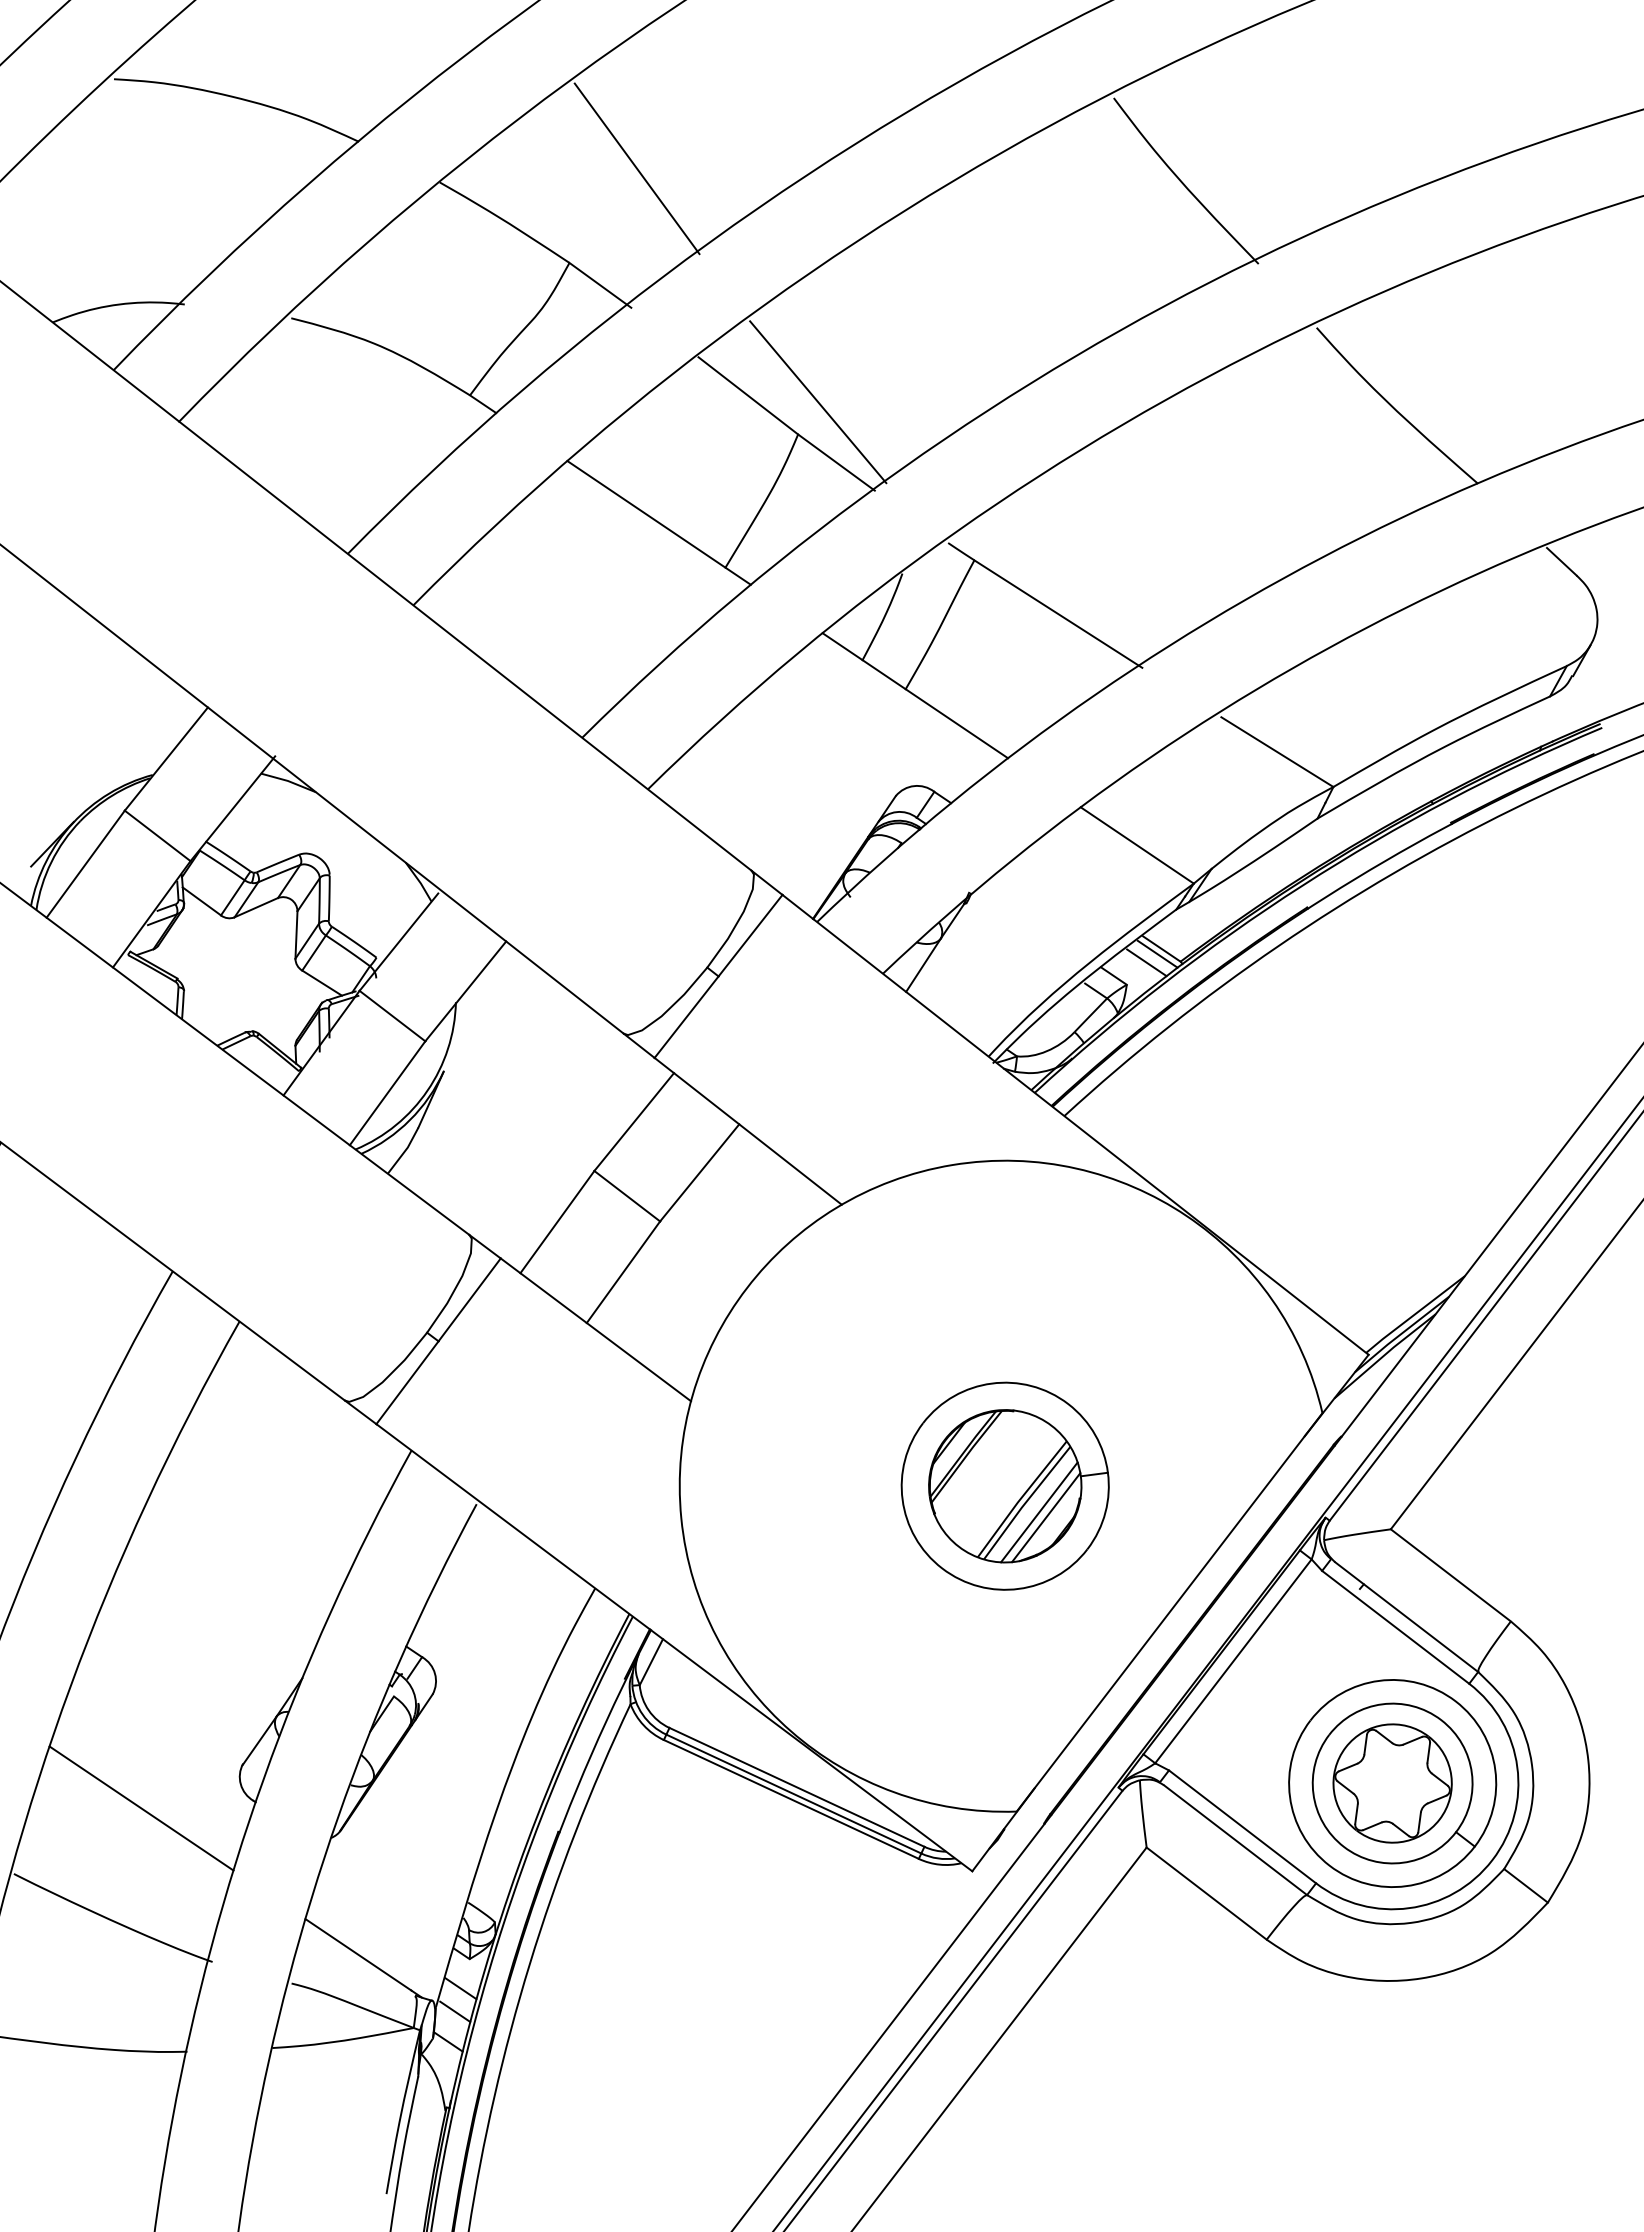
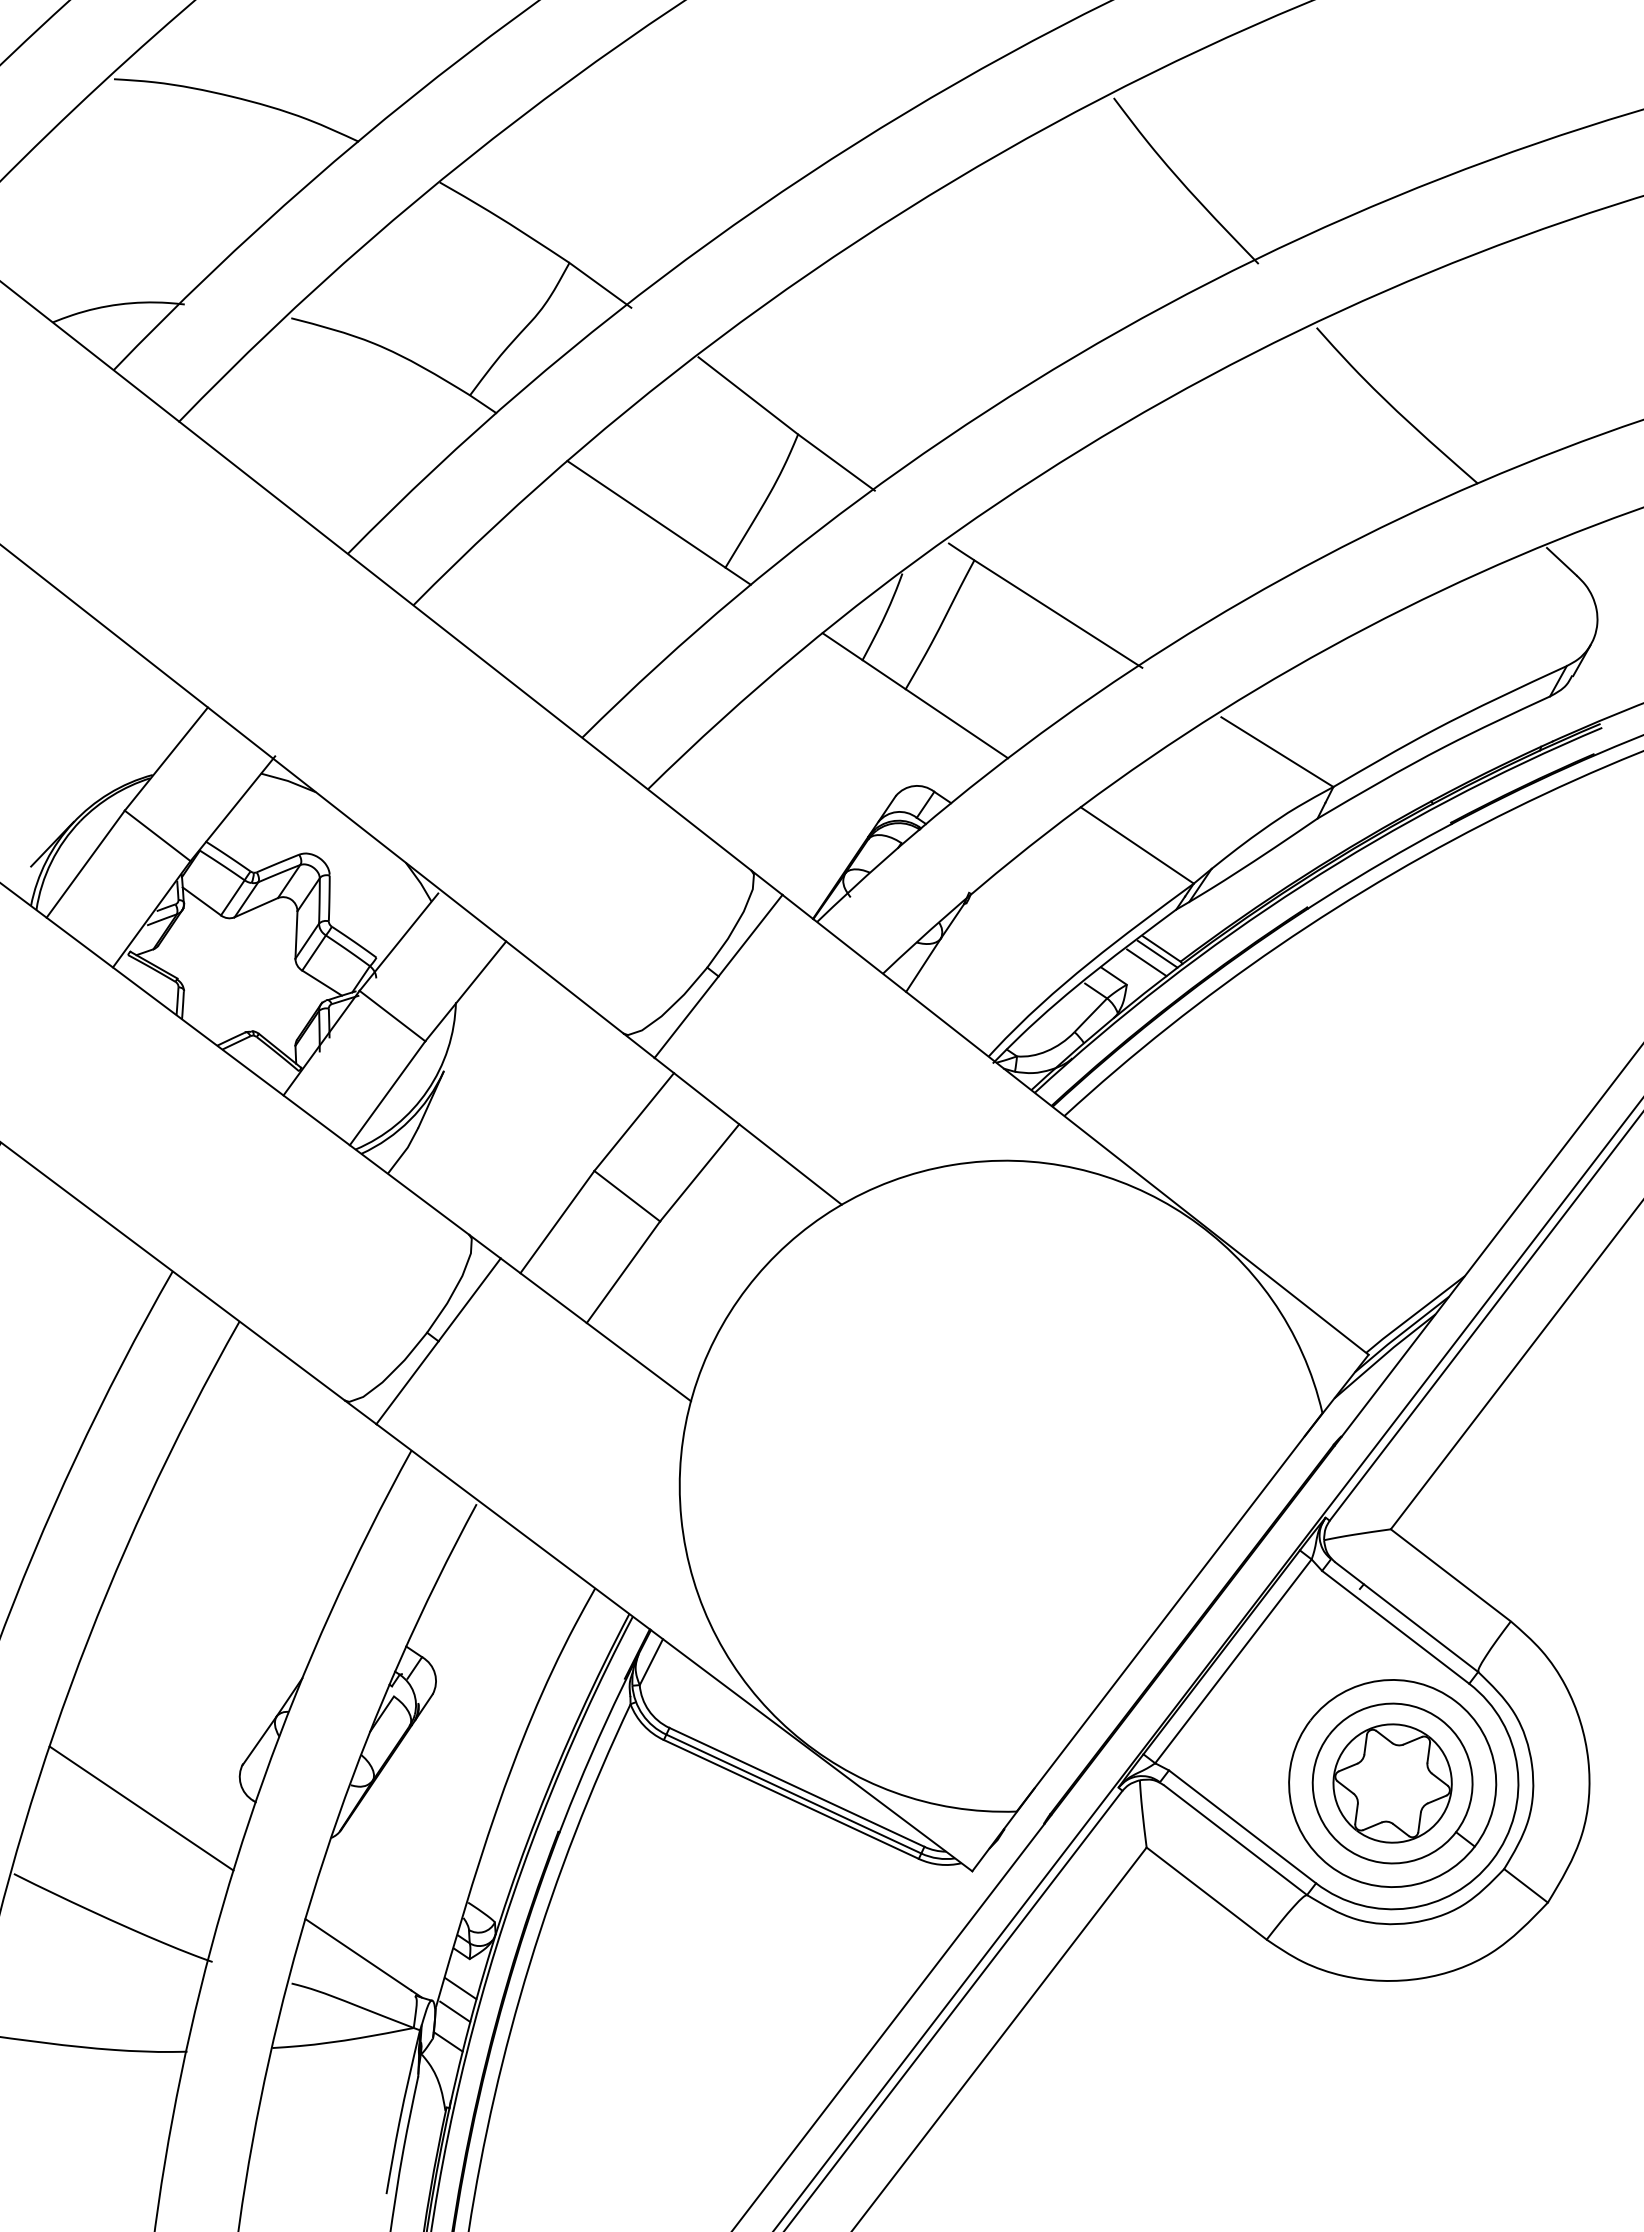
line at (636, 168): present -> none
line at (818, 402): present -> none
part at (1004, 1485): present -> none
